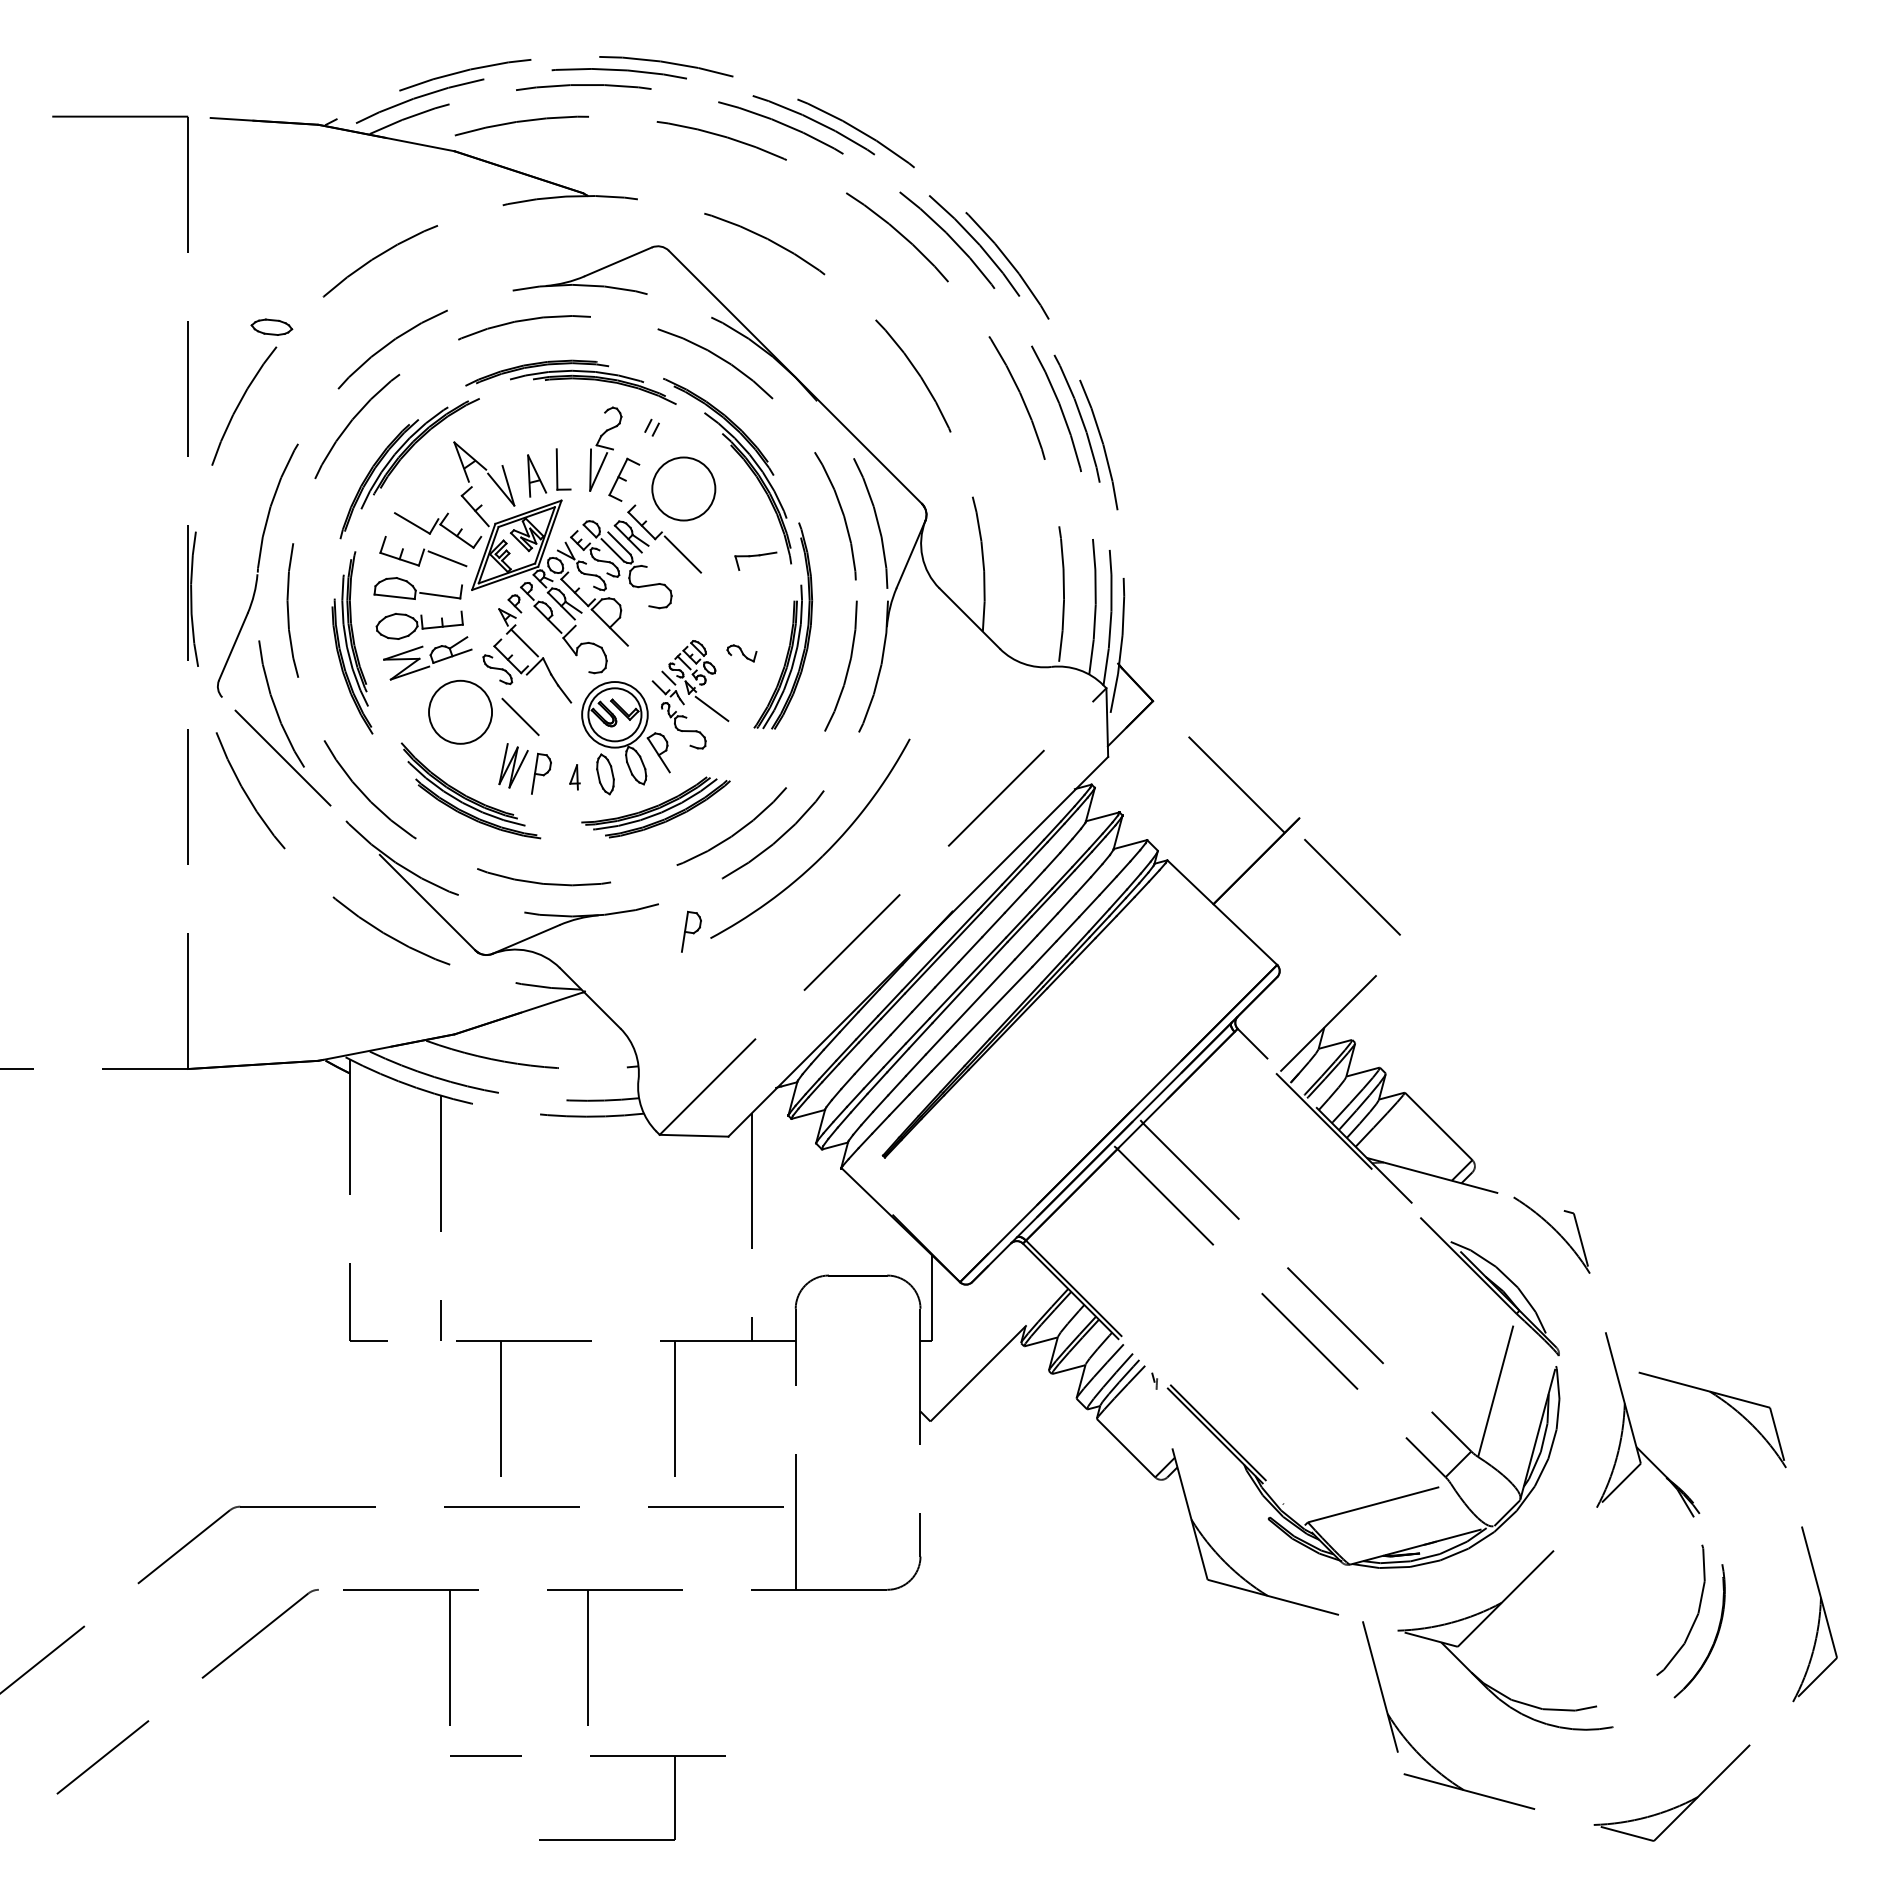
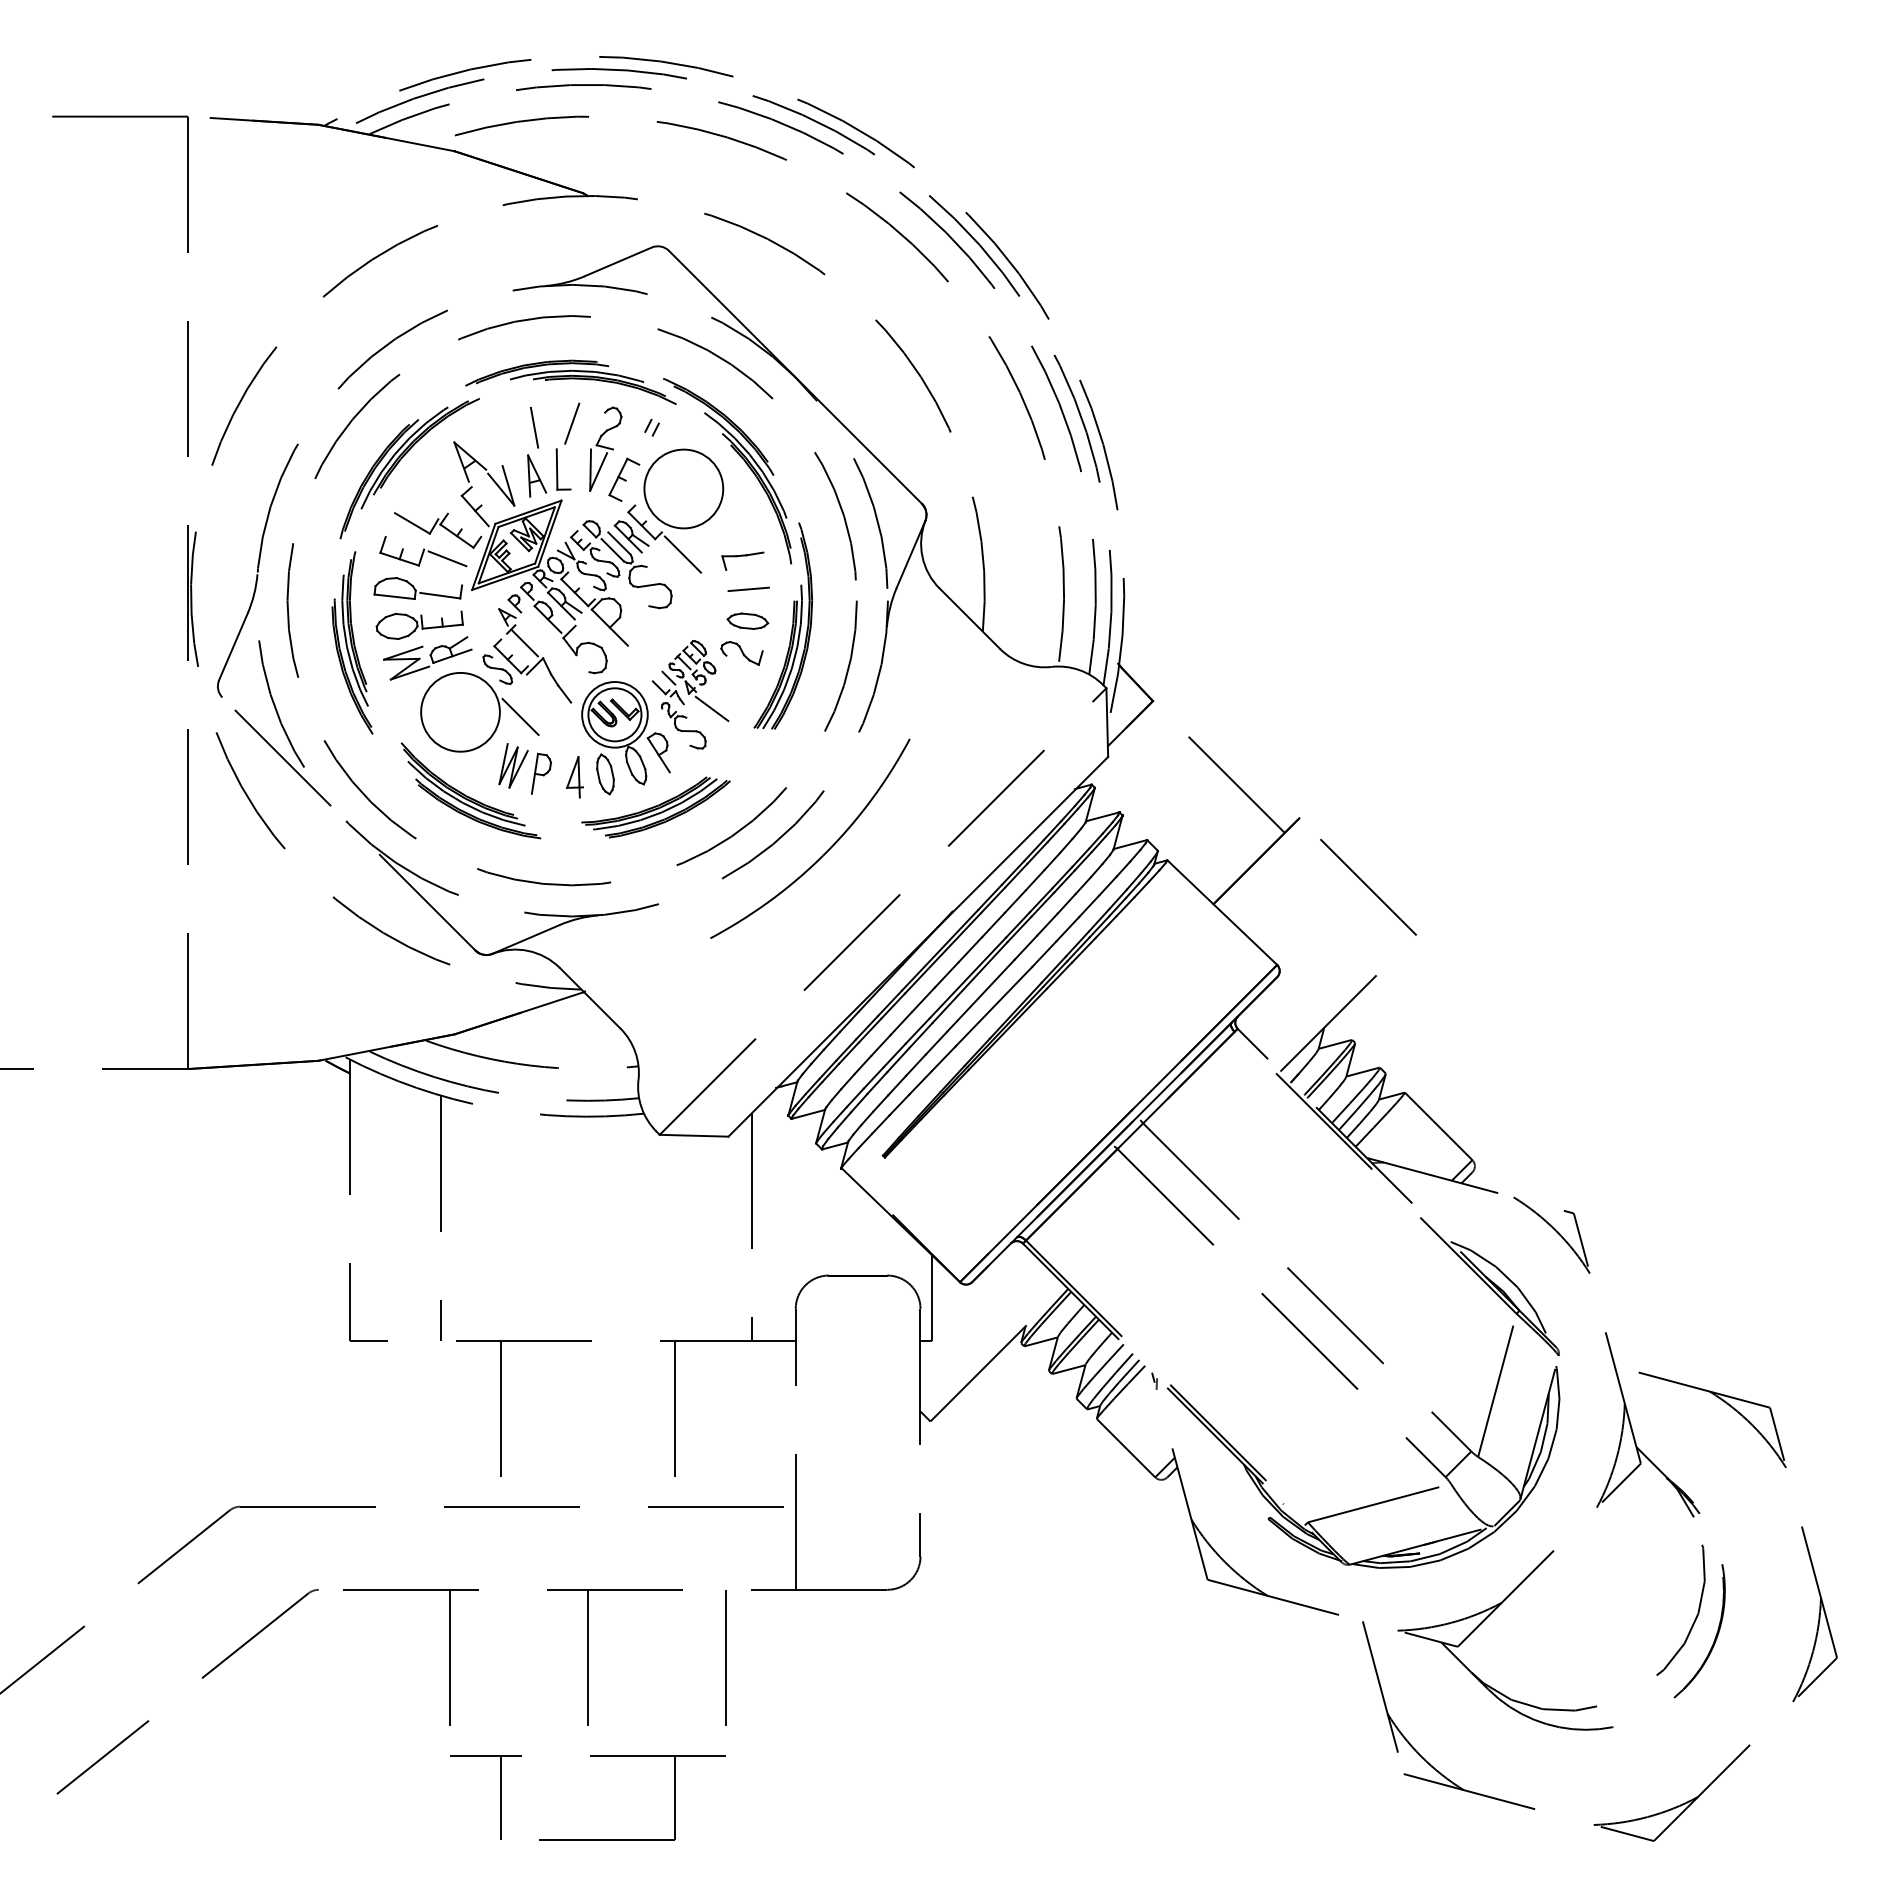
part at (271, 326) position: (271, 326) -> (747, 620)
line at (572, 423): none -> present
line at (534, 427): none -> present
circle at (683, 488) diameter: 63 px -> 79 px
part at (755, 560) position: (755, 560) -> (742, 560)
line at (748, 589): none -> present
part at (741, 653) size: 32x19 px -> 44x25 px
circle at (460, 711) diameter: 63 px -> 79 px
part at (574, 777) size: 12x27 px -> 18x43 px
line at (1352, 886) position: (1352, 886) -> (1368, 886)
part at (691, 931): present -> none
line at (725, 1657): none -> present
line at (500, 1798): none -> present
